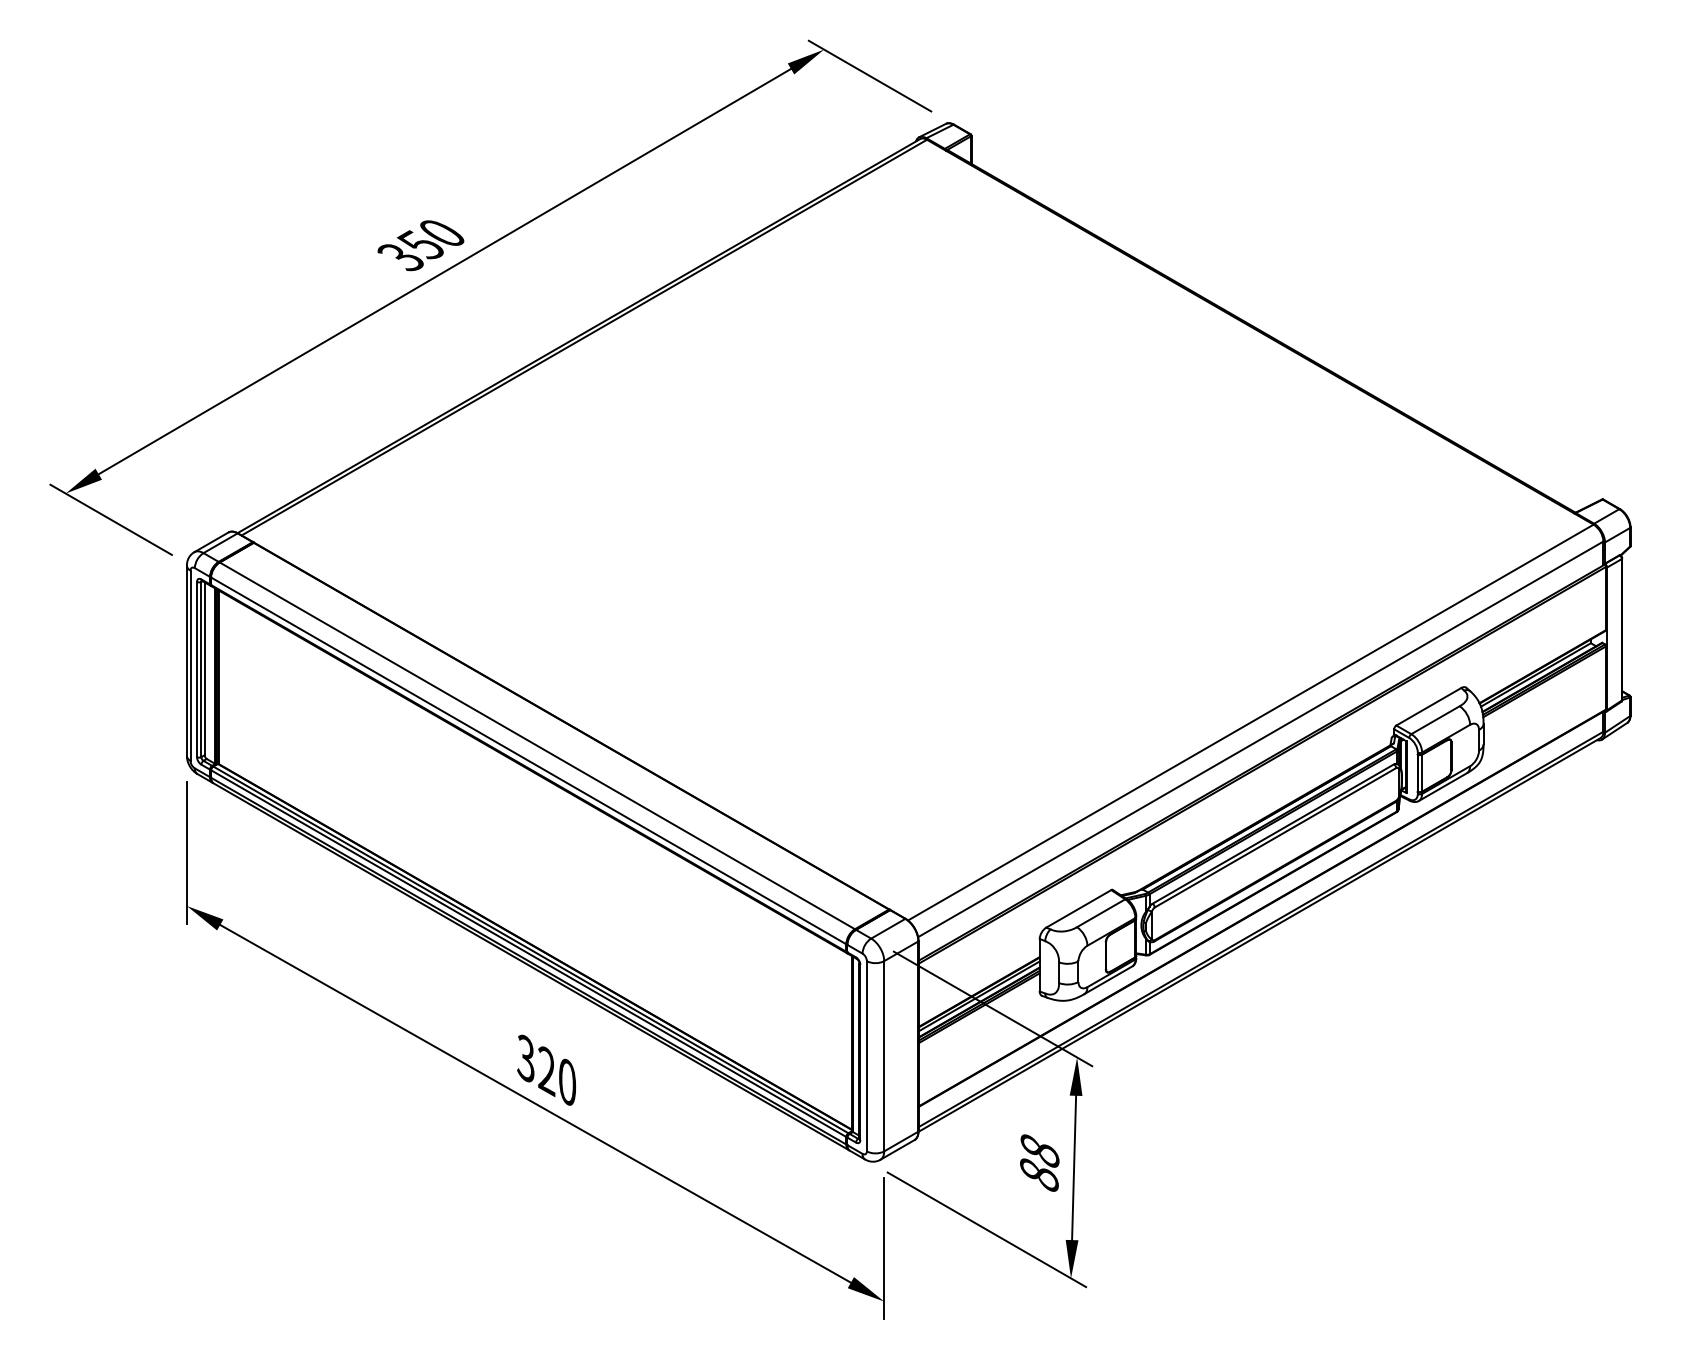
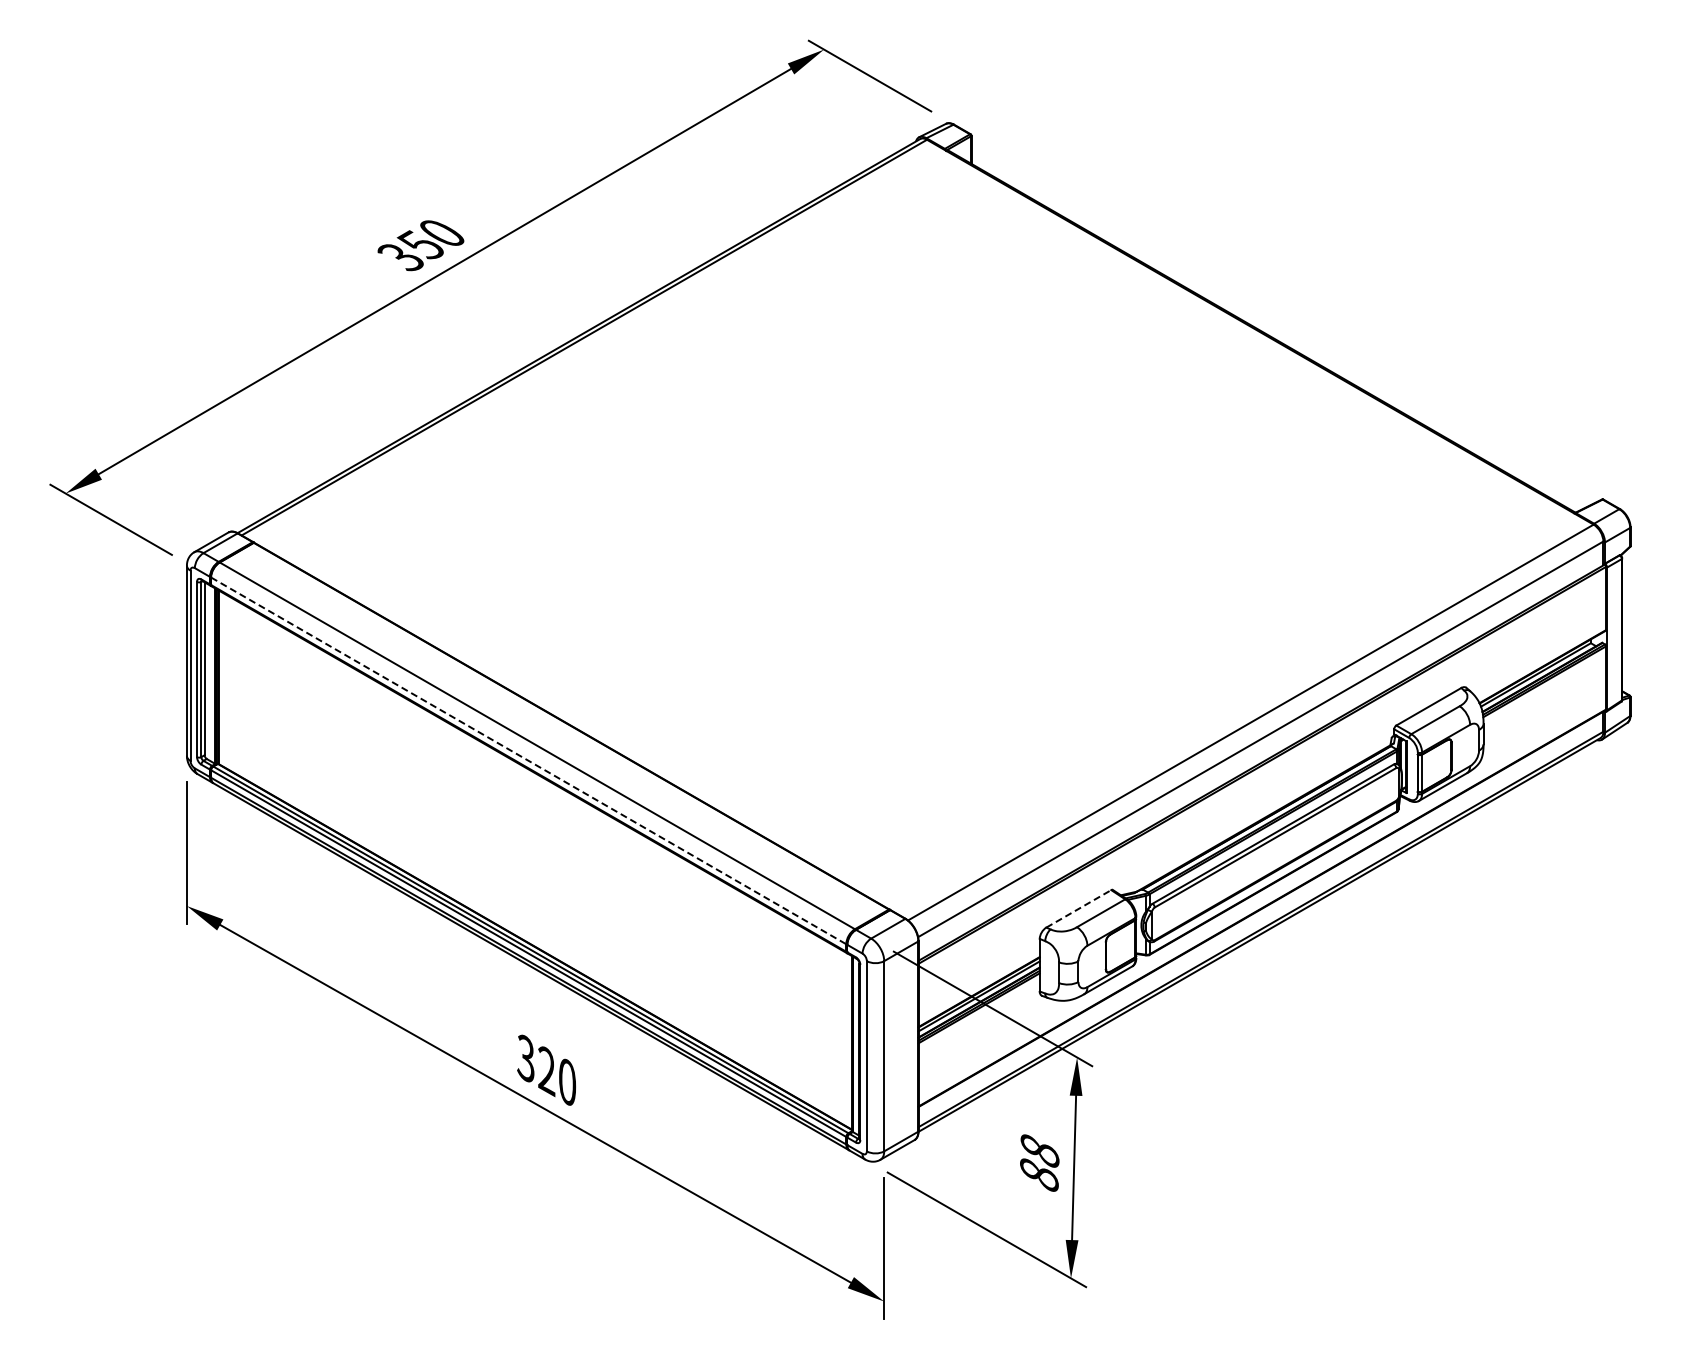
line at (528, 760): solid -> dashed
line at (1078, 908): solid -> dashed
